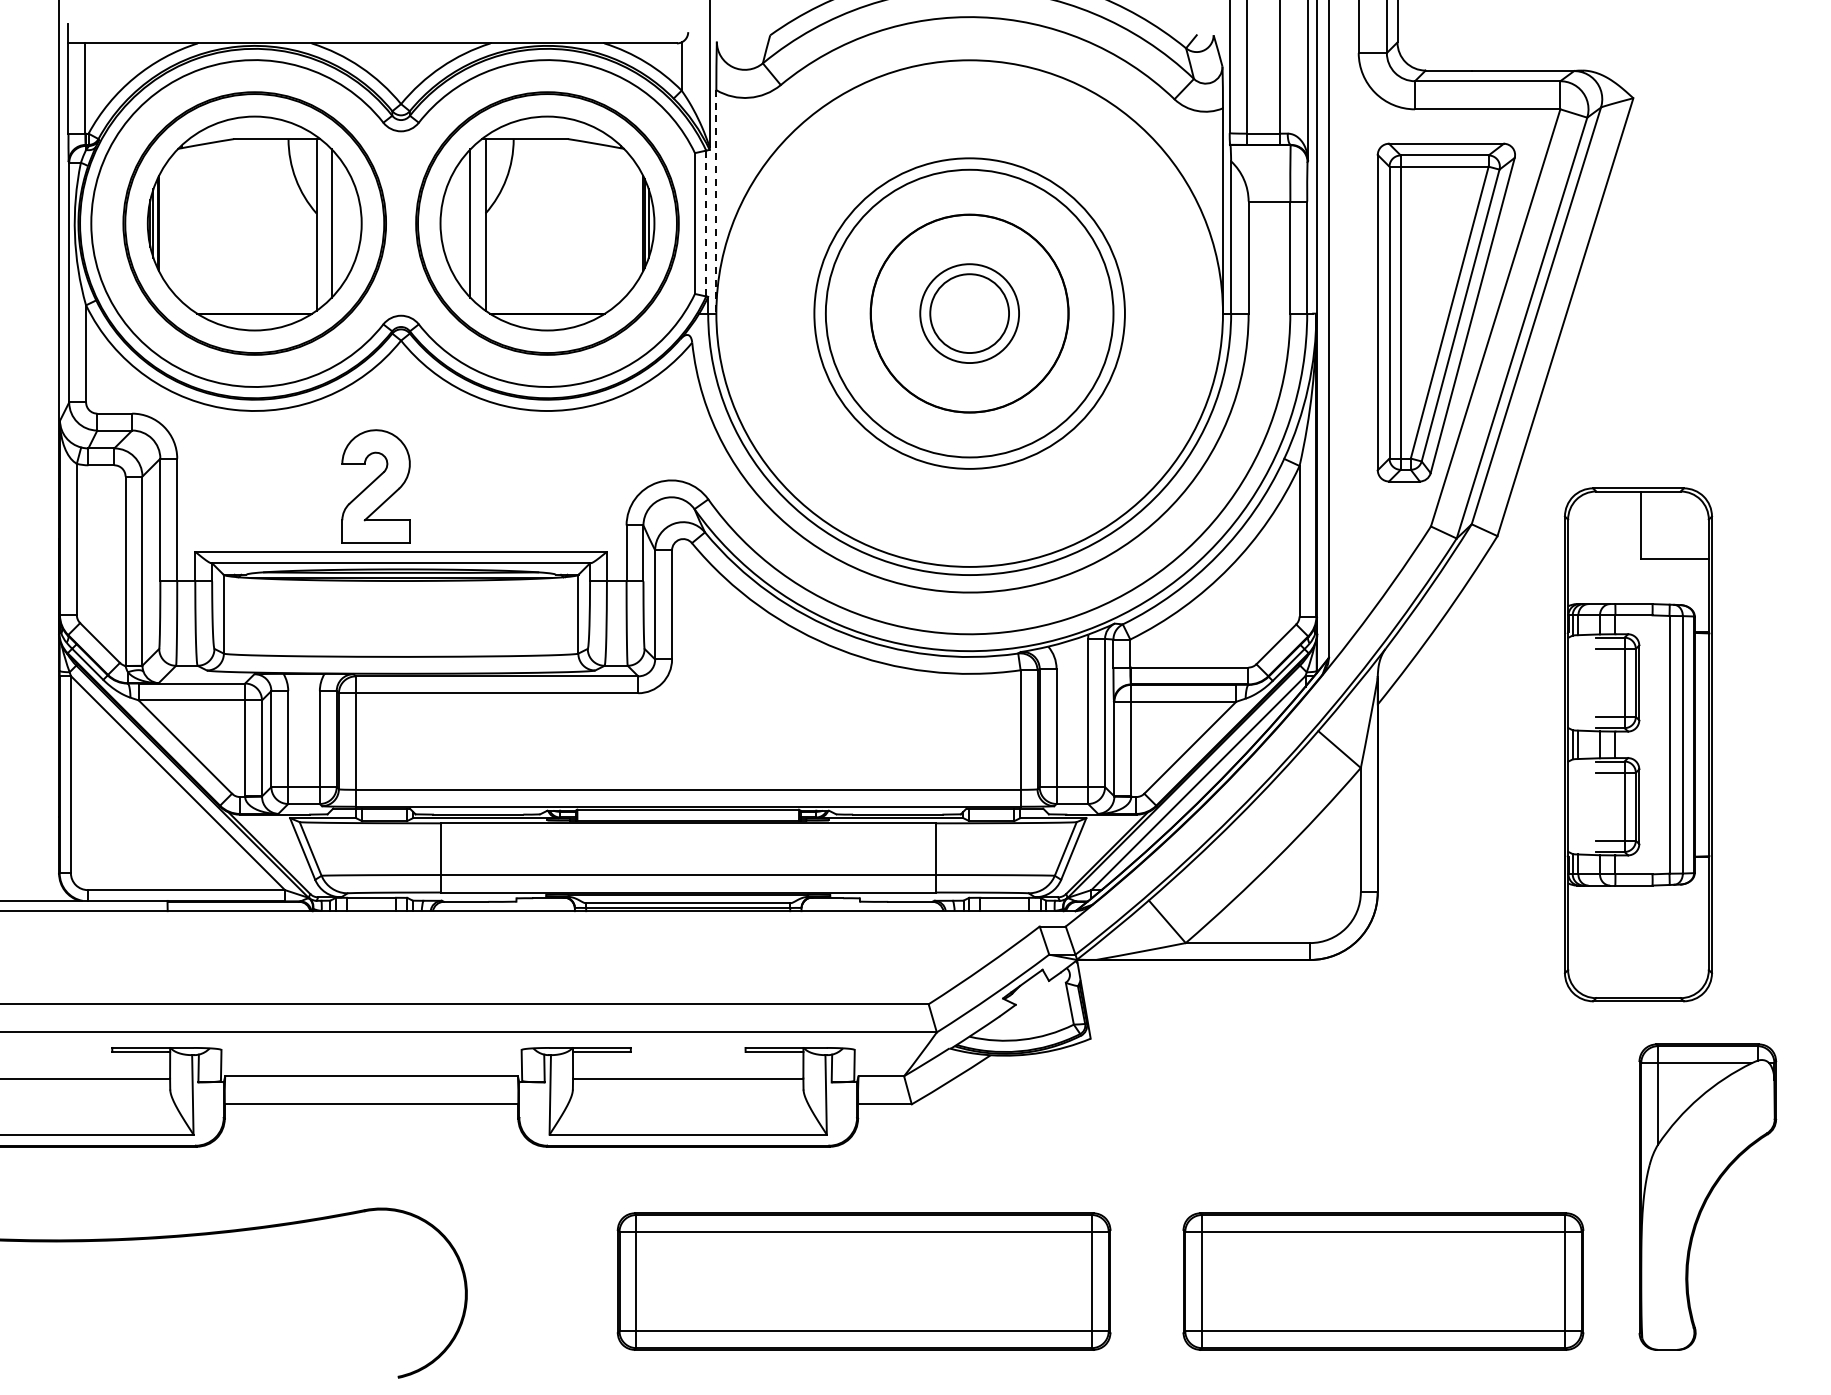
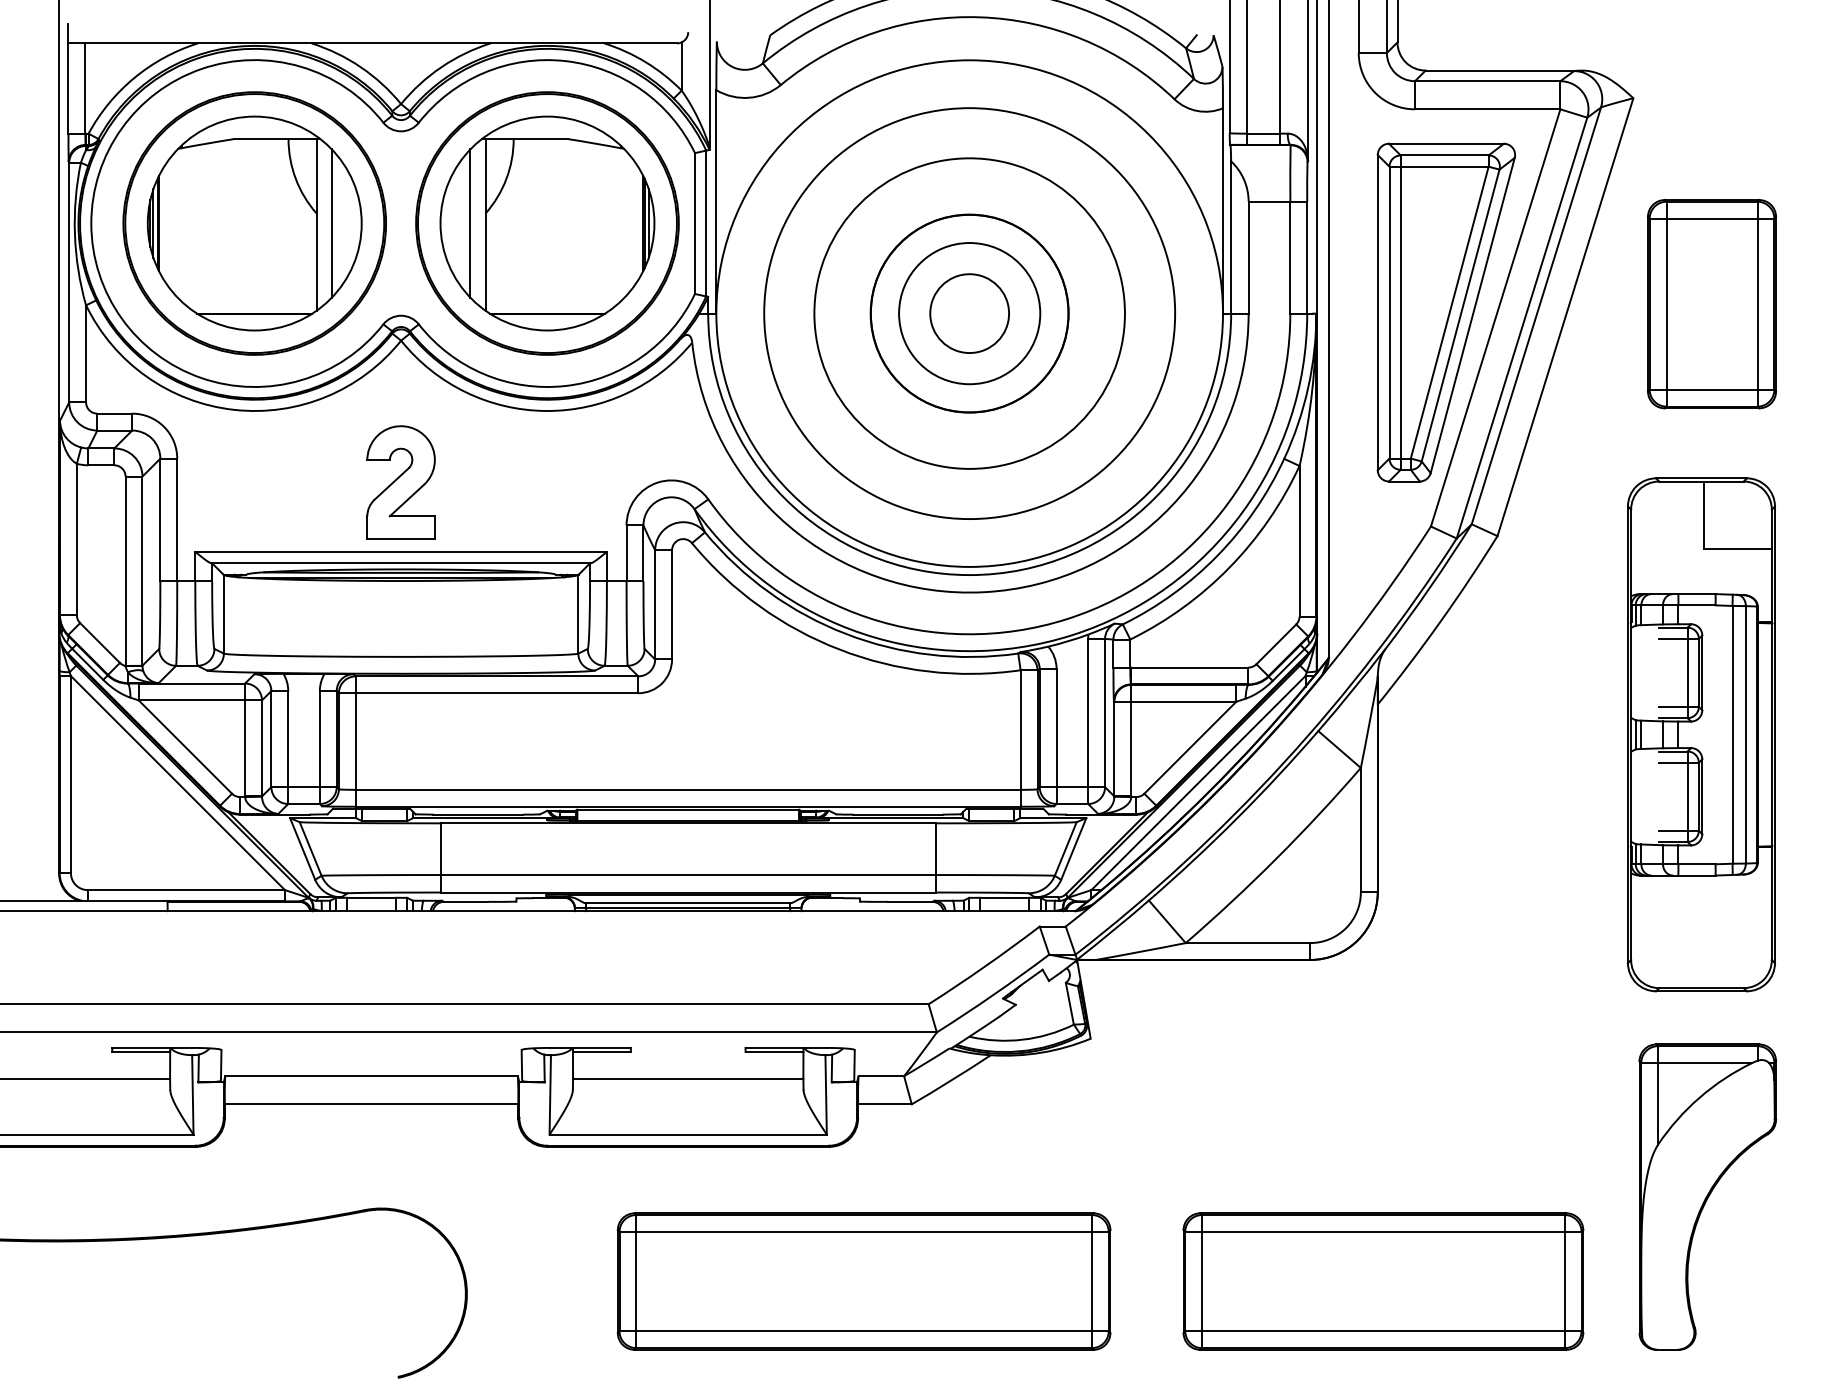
line at (716, 201): dashed -> solid
line at (706, 223): dashed -> solid
part at (1711, 304): none -> present
circle at (969, 313) diameter: 288 px -> 411 px
circle at (969, 313) diameter: 99 px -> 141 px
part at (375, 486) position: (375, 486) -> (400, 482)
part at (1638, 744) position: (1638, 744) -> (1701, 734)
